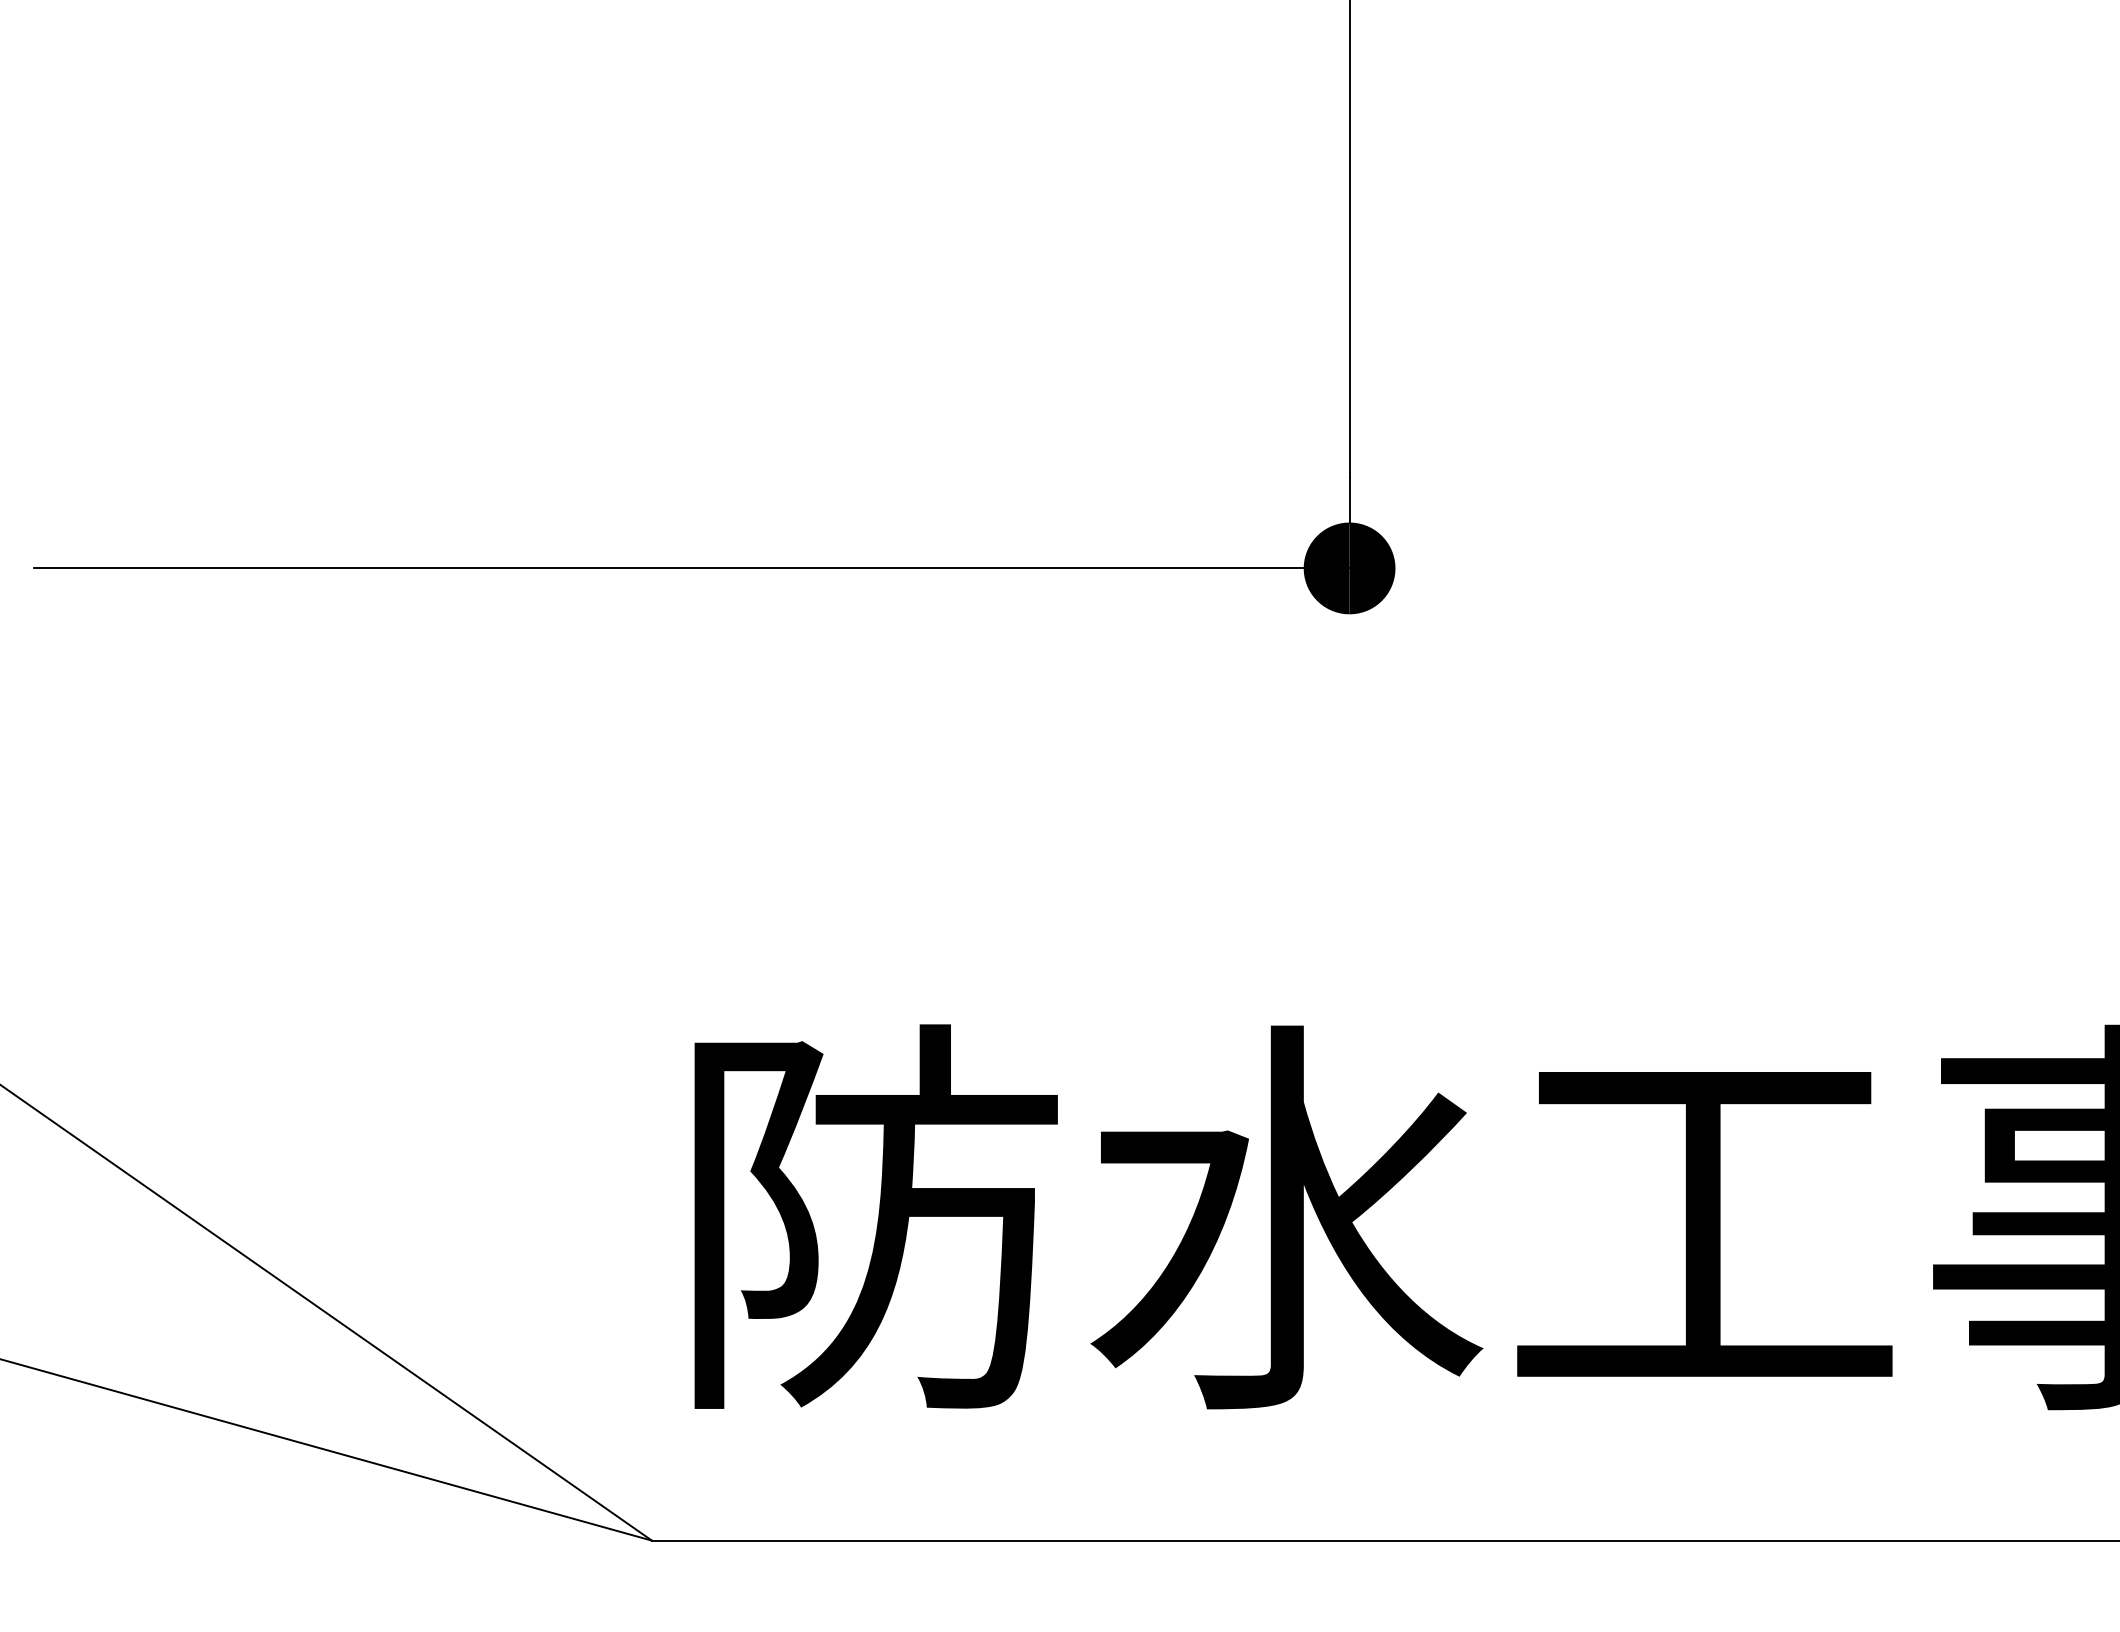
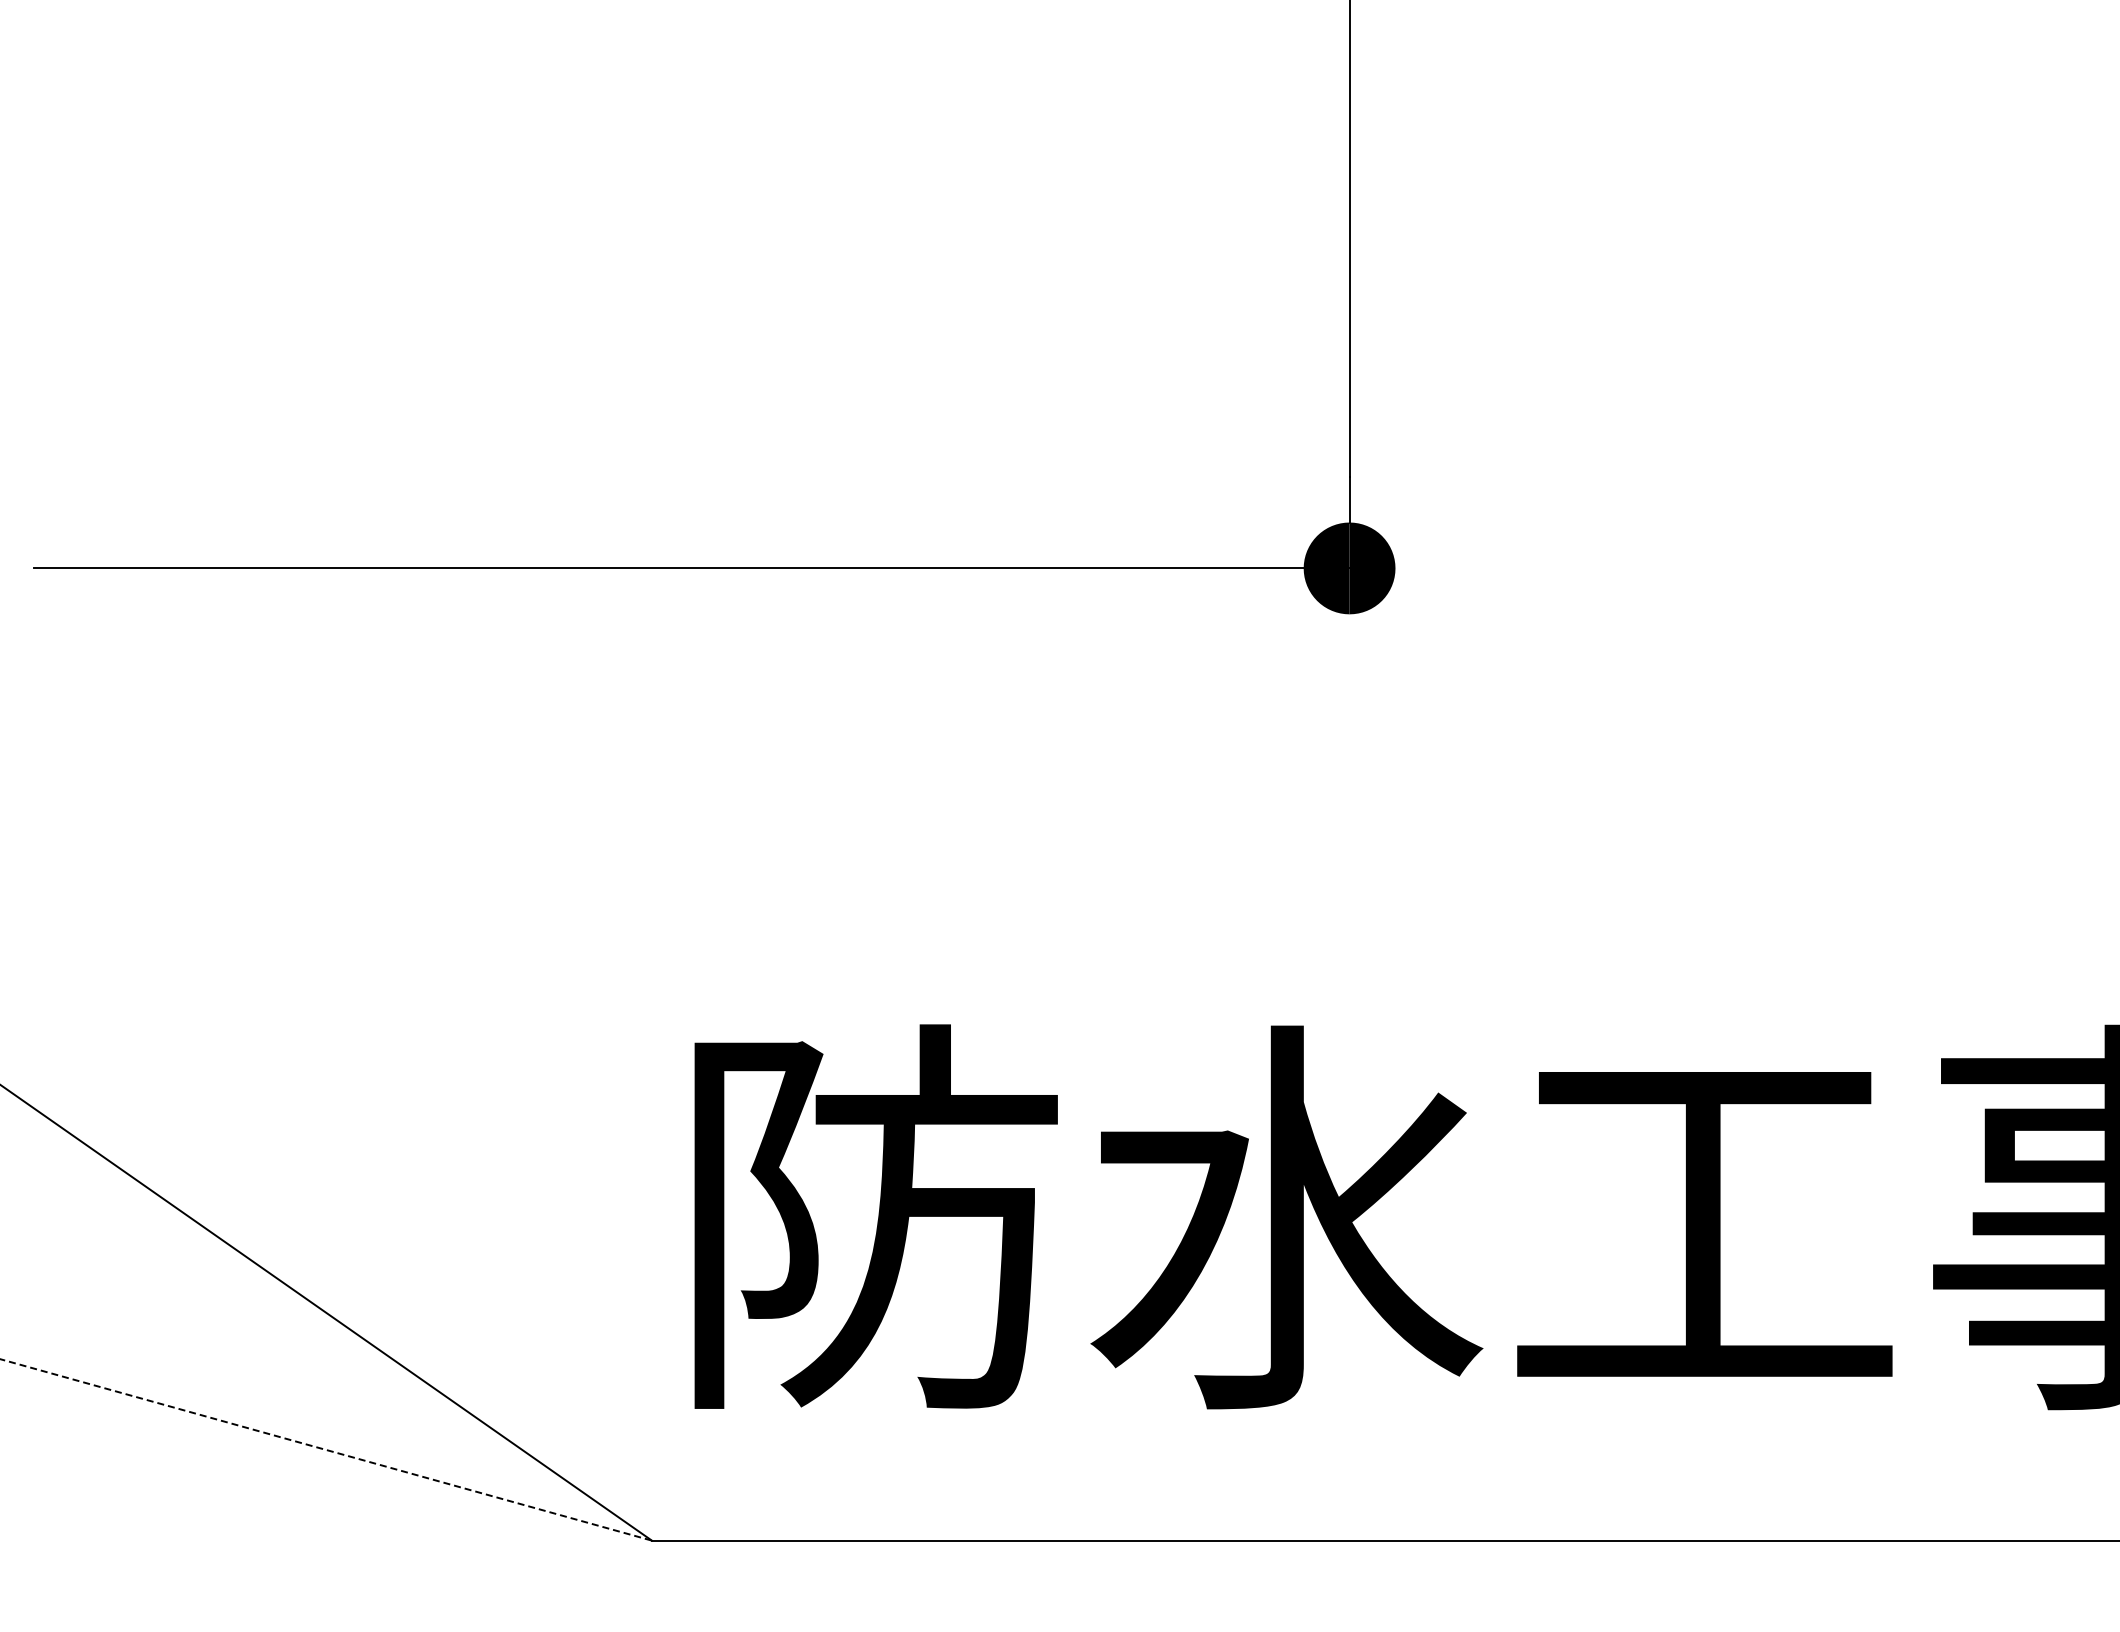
line at (326, 1450): solid -> dashed
